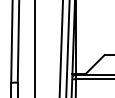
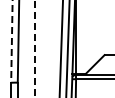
line at (11, 41): solid -> dashed
line at (35, 49): solid -> dashed
